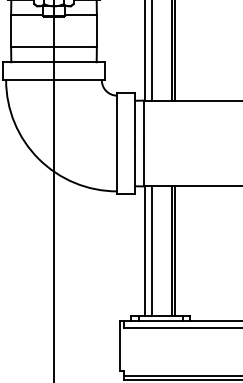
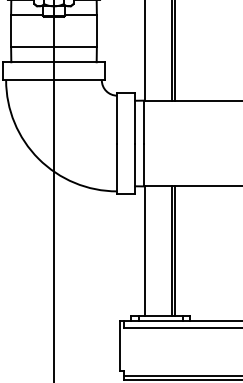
line at (152, 51): present -> none
line at (152, 251): present -> none
